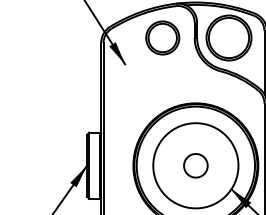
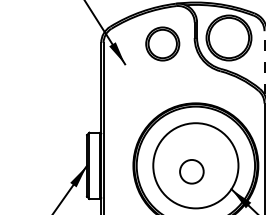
part at (162, 37) position: (162, 37) -> (162, 43)
line at (264, 62): solid -> dashed
circle at (195, 165) position: (195, 165) -> (191, 171)
